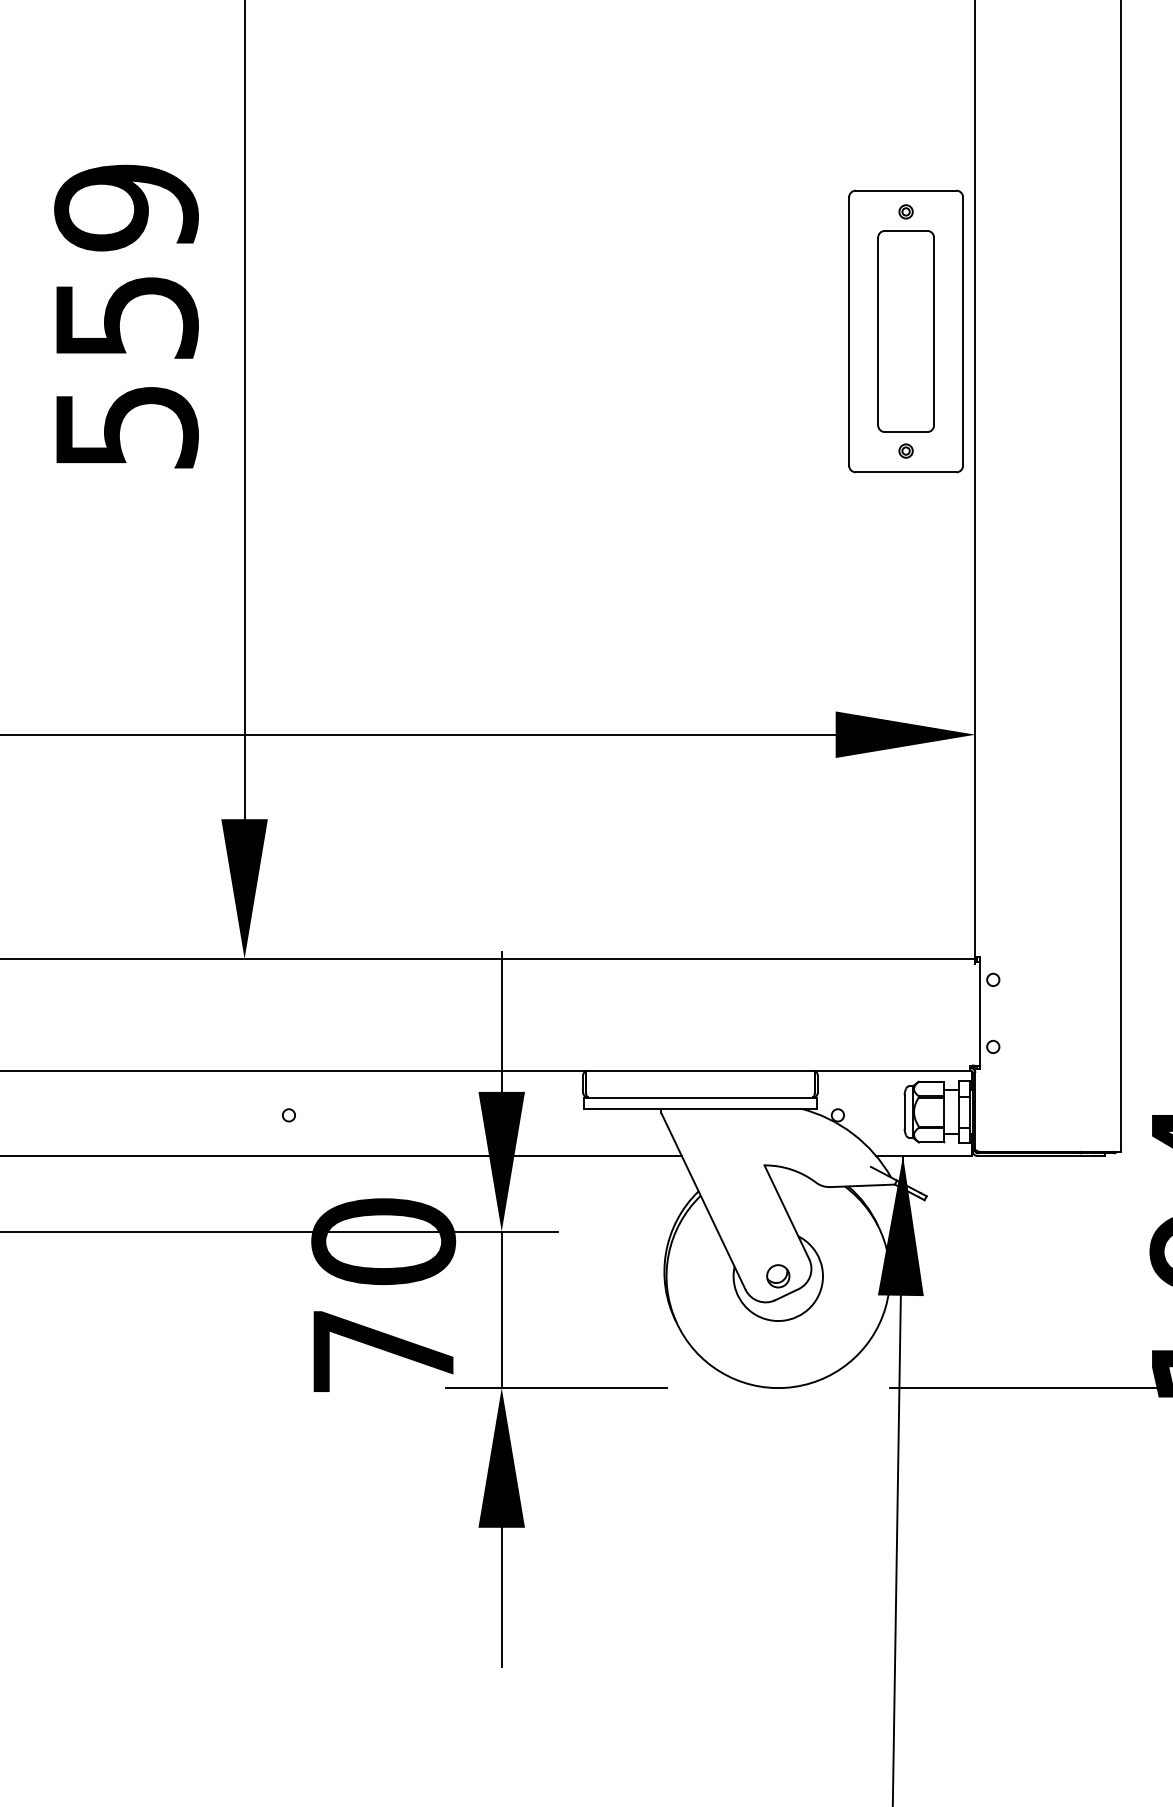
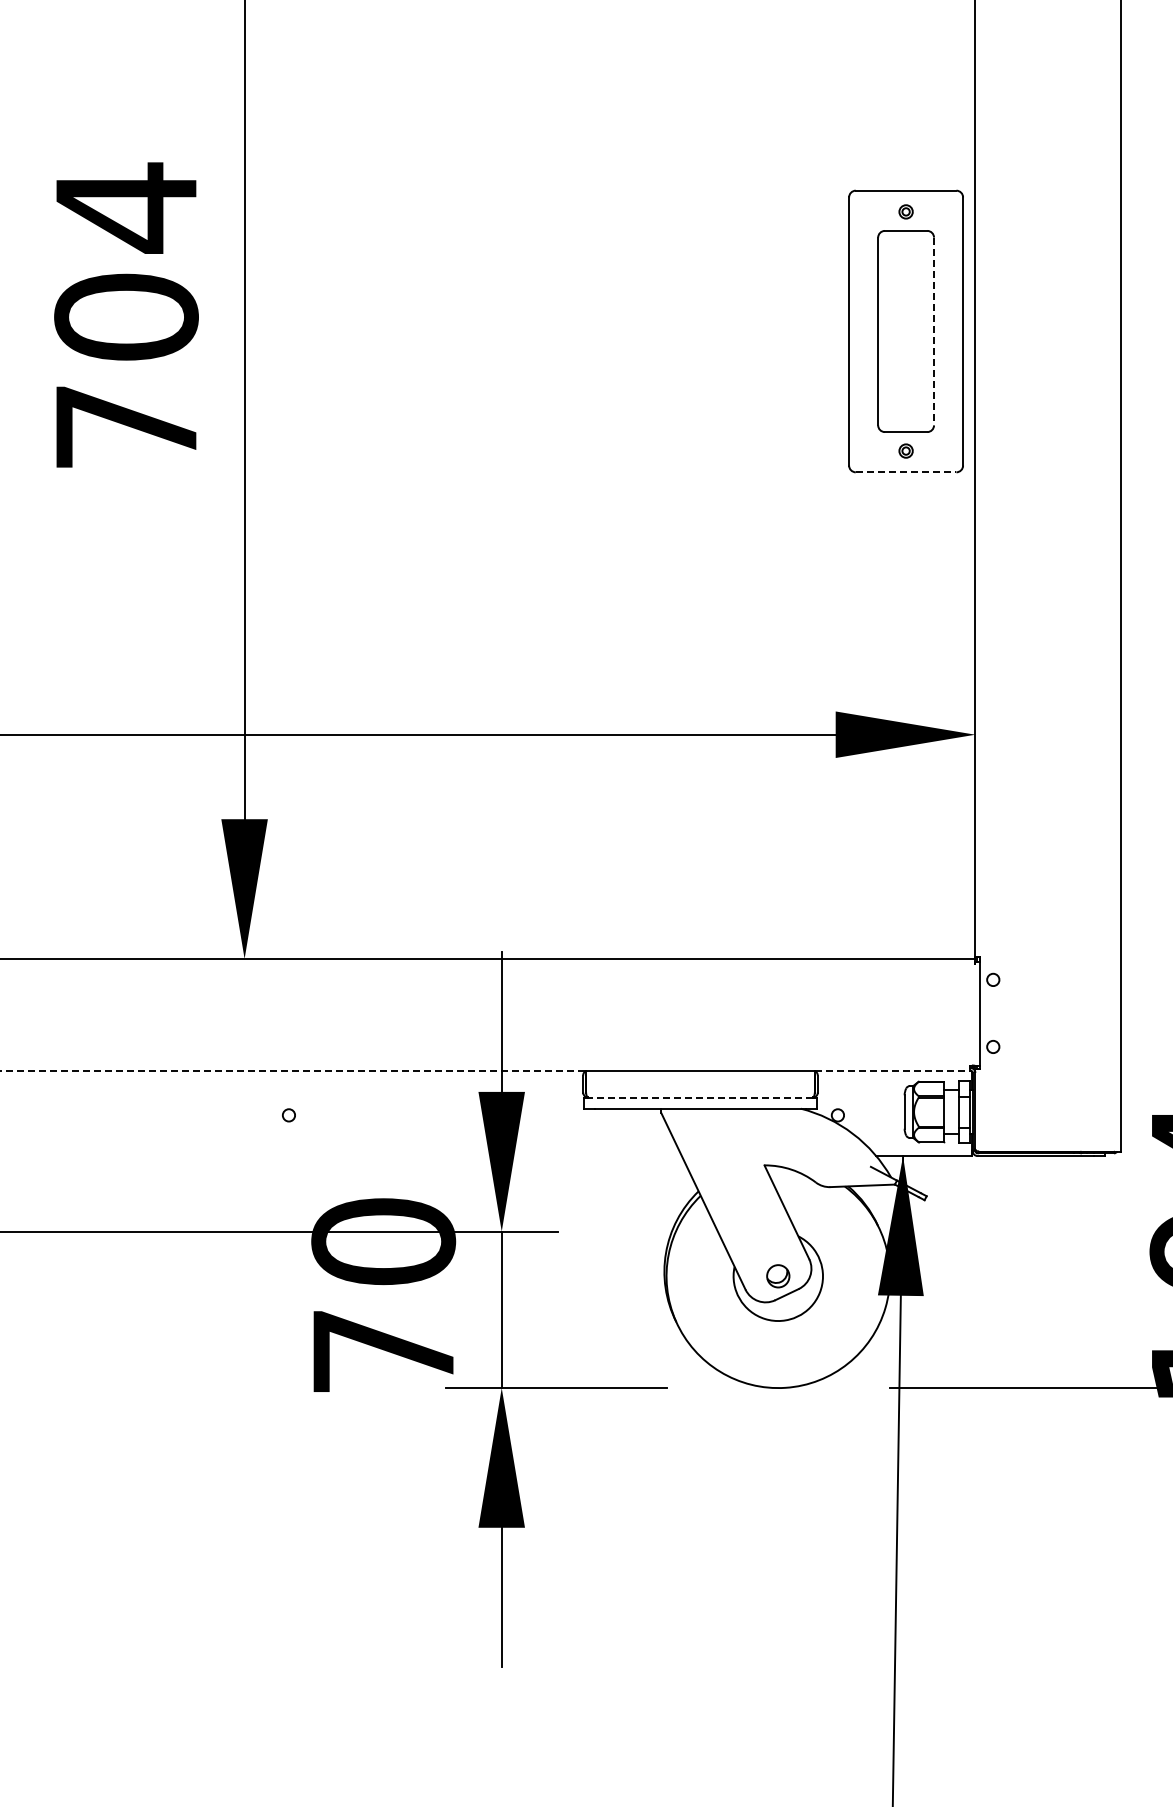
text at (126, 315): 559 -> 704
line at (934, 331): solid -> dashed
line at (906, 472): solid -> dashed
line at (293, 1070): solid -> dashed
line at (892, 1070): solid -> dashed
line at (699, 1097): solid -> dashed
line at (341, 1156): present -> none
